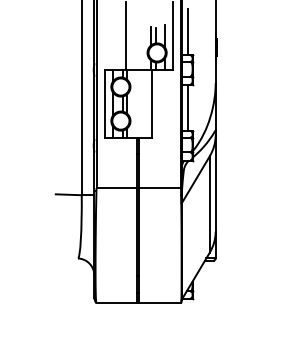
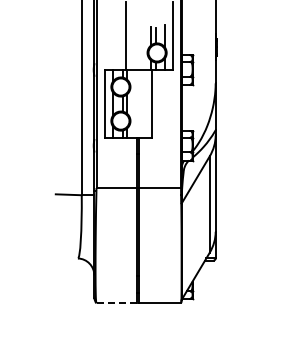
line at (187, 31): present -> none
line at (187, 107): present -> none
line at (116, 303): solid -> dashed
